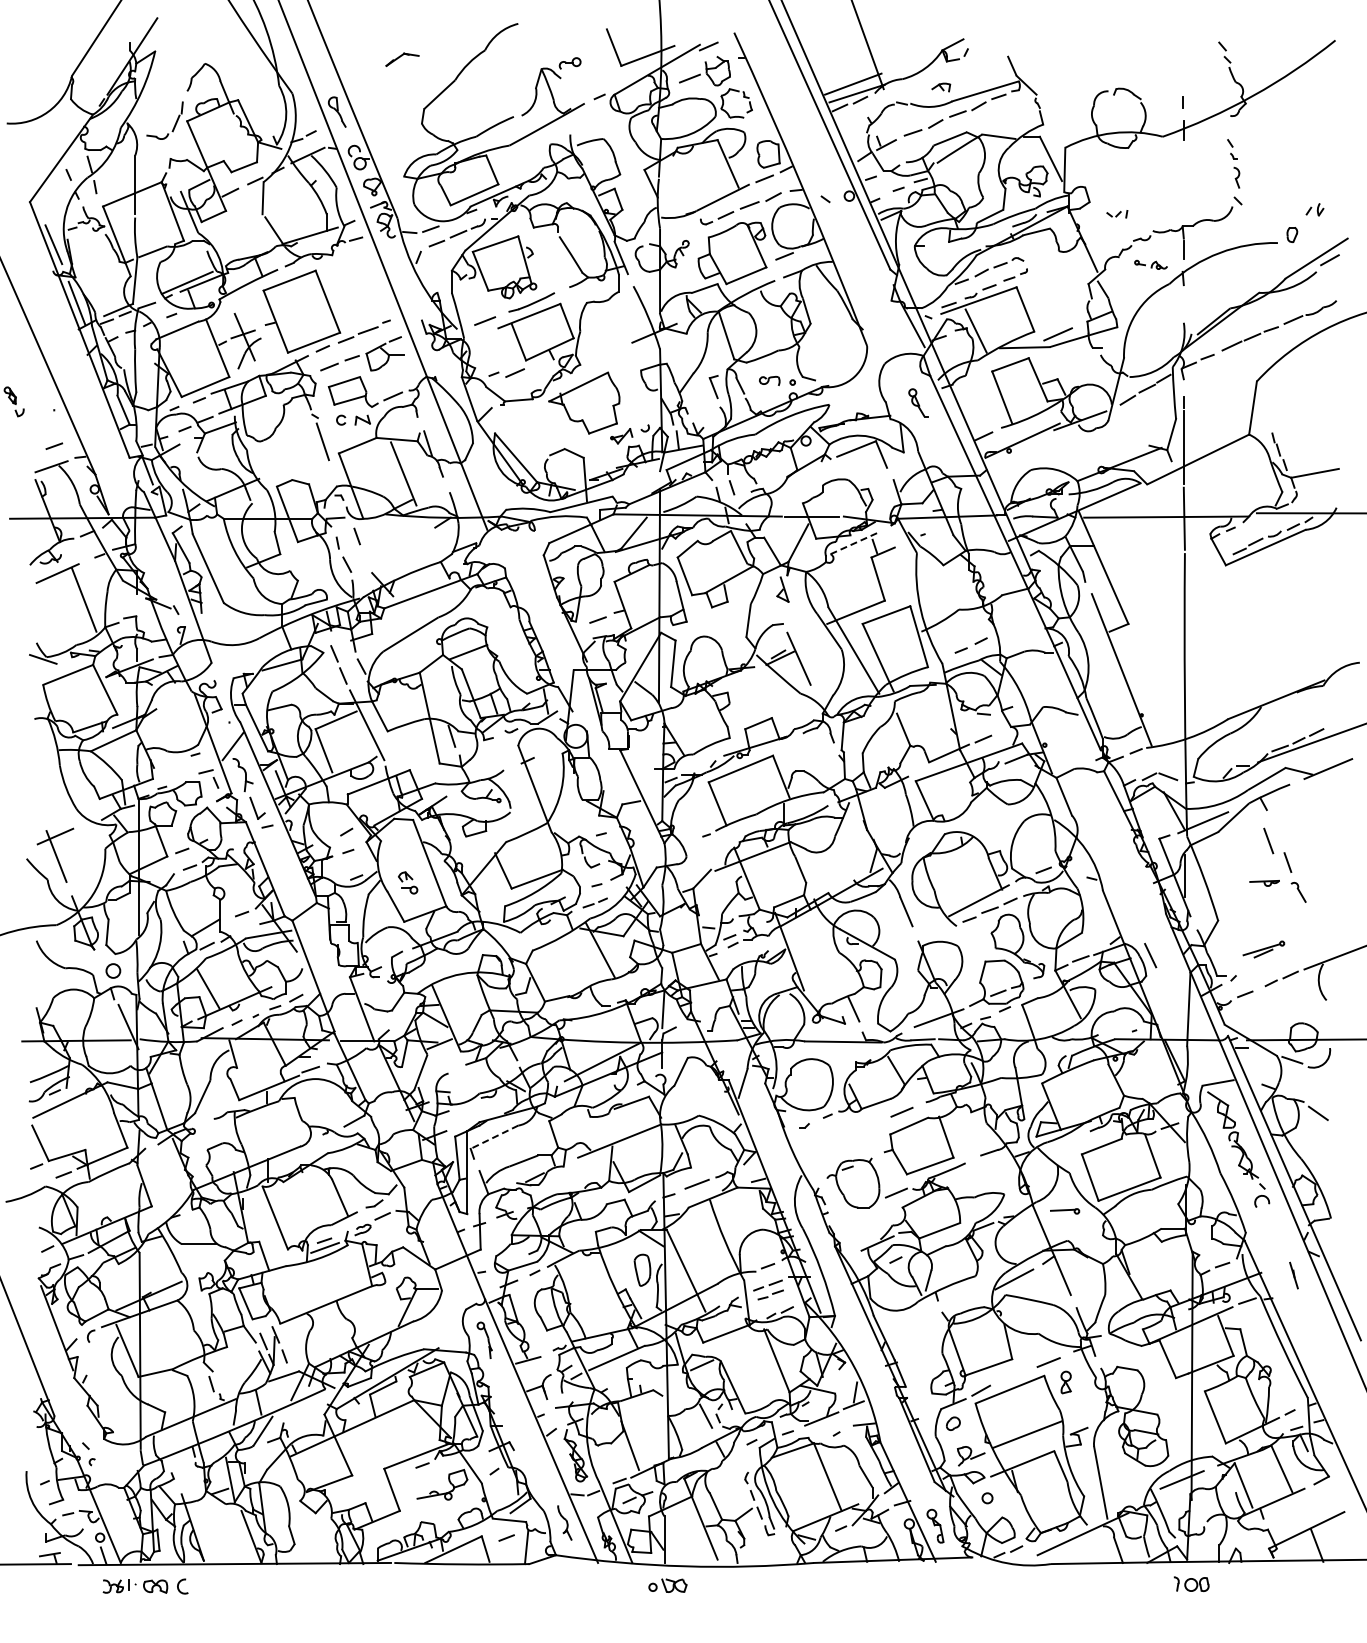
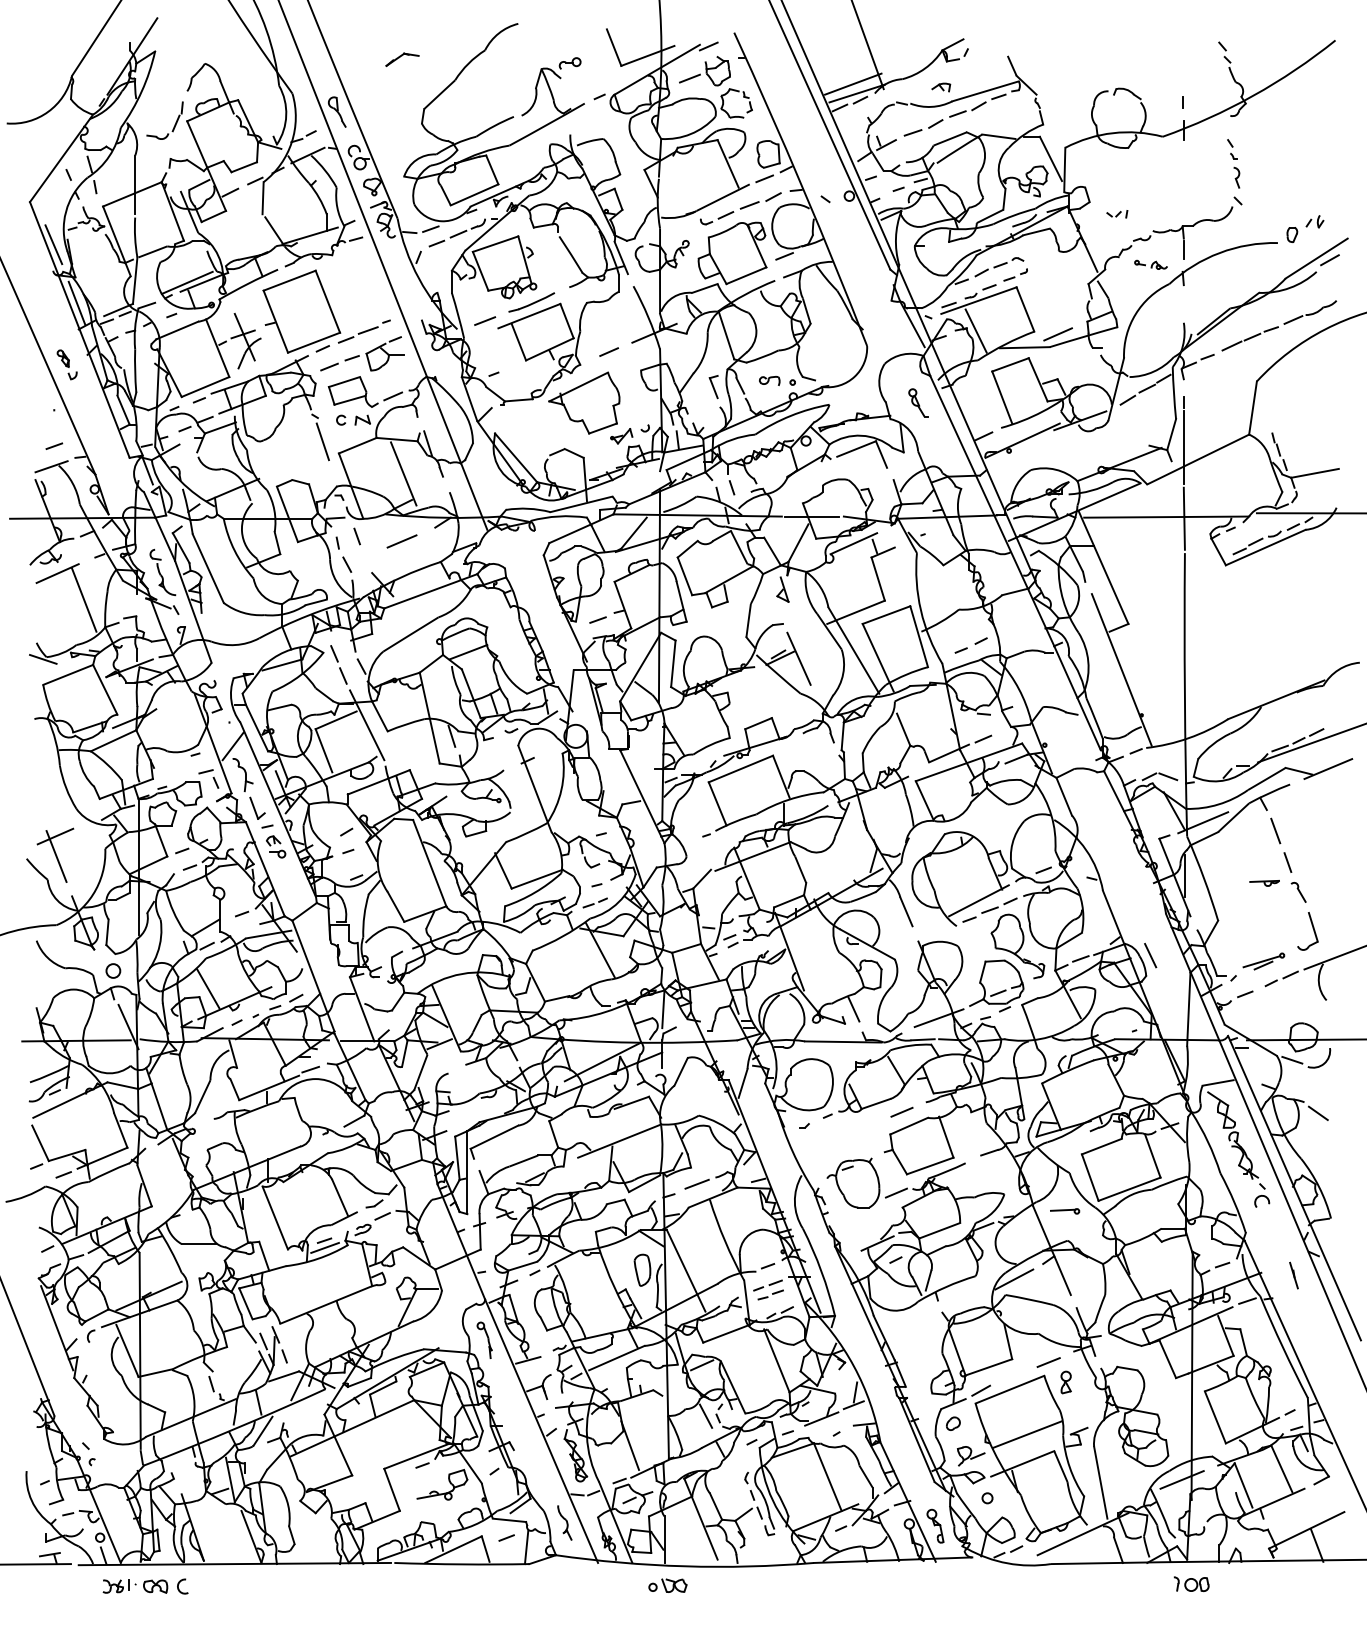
part at (1314, 209) position: (1314, 209) -> (1314, 221)
line at (514, 372) position: (514, 372) -> (608, 351)
part at (13, 401) position: (13, 401) -> (66, 364)
line at (401, 541): none -> present
line at (853, 543): dashed -> solid
part at (162, 572): none -> present
line at (1268, 840) position: (1268, 840) -> (1275, 830)
part at (408, 882) position: (408, 882) -> (276, 846)
part at (1307, 931): none -> present
part at (1263, 949) position: (1263, 949) -> (1263, 961)
line at (494, 1137): dashed -> solid
